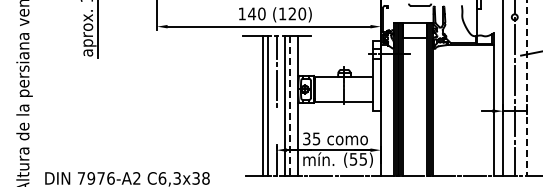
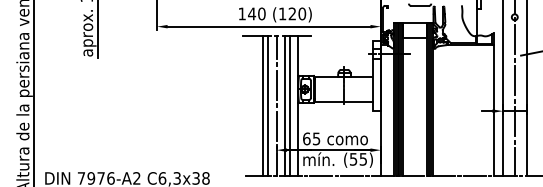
line at (526, 88): dashed -> solid
line at (33, 92): none -> present
line at (290, 105): dashed -> solid
line at (276, 125): none -> present
text at (306, 138): 35 -> 65
